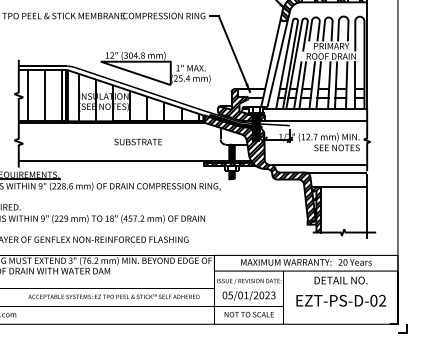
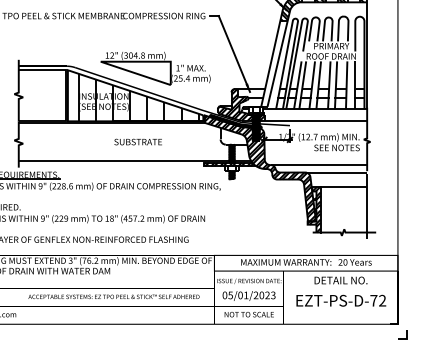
hatch at (45, 95): present -> none
text at (373, 300): EZT-PS-D-02 -> EZT-PS-D-72
line at (406, 328) position: (406, 328) -> (406, 334)
